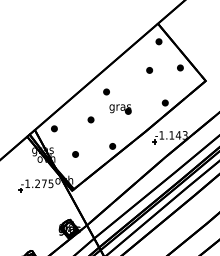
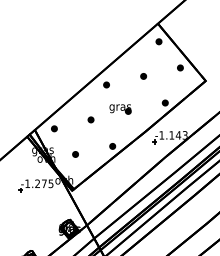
part at (149, 70) position: (149, 70) -> (143, 76)
part at (106, 91) position: (106, 91) -> (106, 84)
